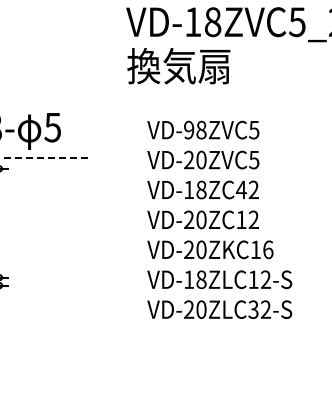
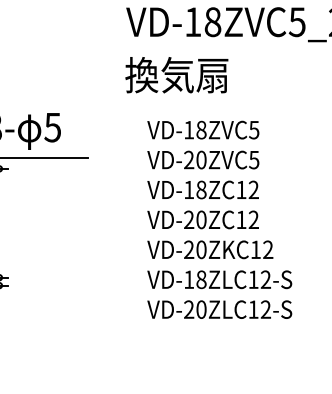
text at (178, 66) position: (178, 66) -> (176, 75)
text at (189, 129): VD-98ZVC5 -> VD-18ZVC5
line at (43, 157): dashed -> solid
text at (240, 189): VD-18ZC42 -> VD-18ZC12
text at (268, 249): VD-20ZKC16 -> VD-20ZKC12
text at (253, 309): VD-20ZLC32-S -> VD-20ZLC12-S
